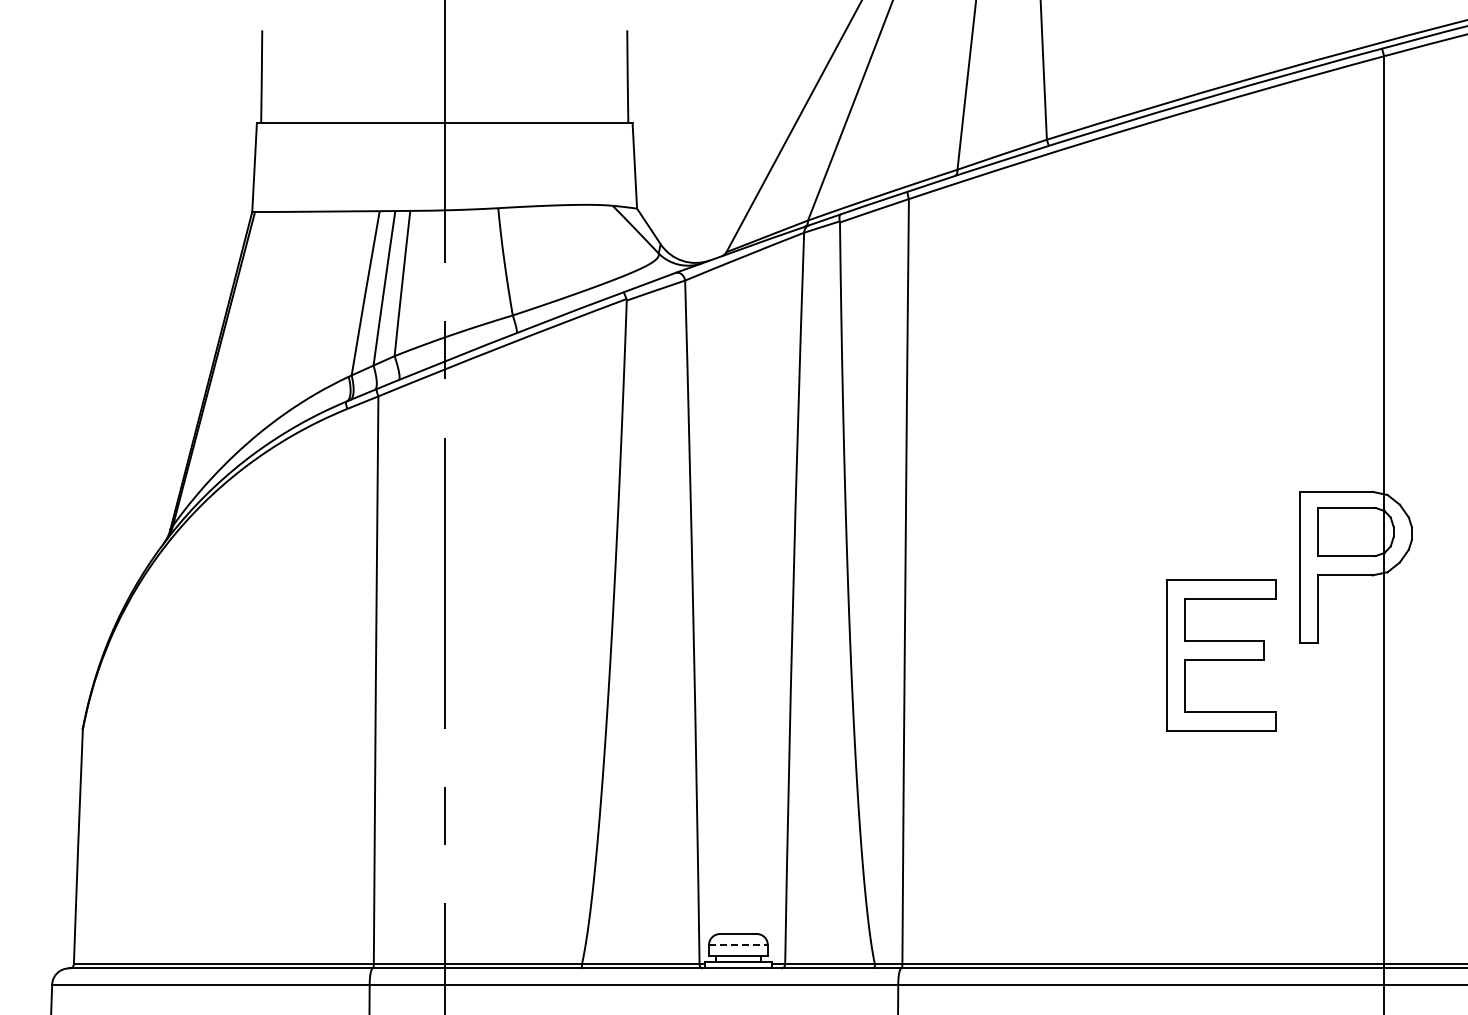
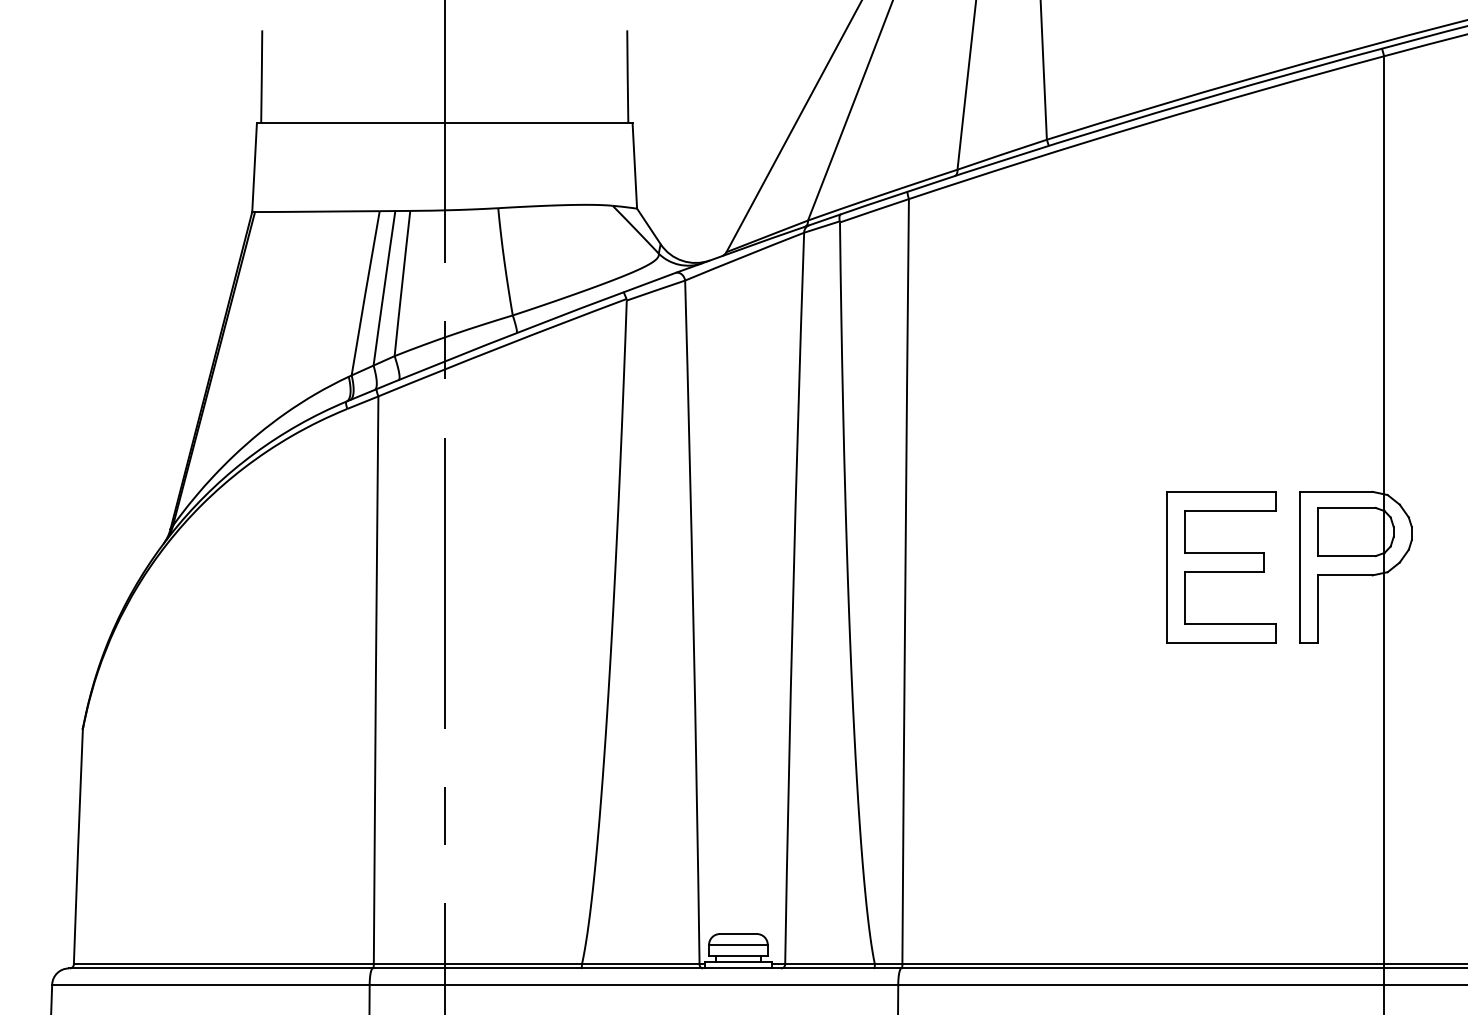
part at (1221, 655) position: (1221, 655) -> (1221, 567)
line at (738, 944): dashed -> solid
